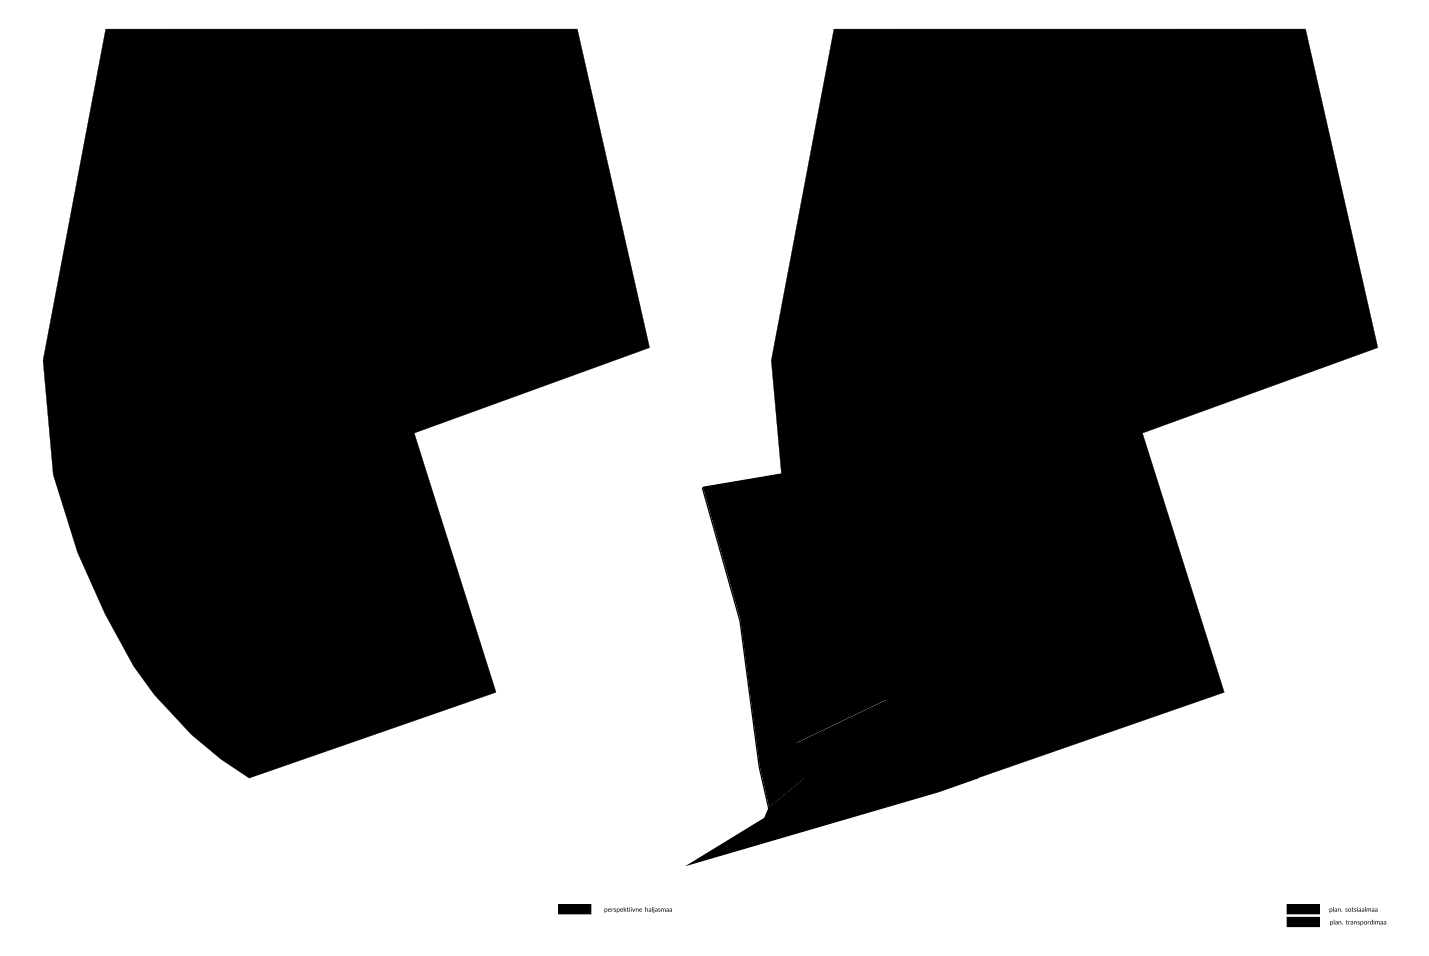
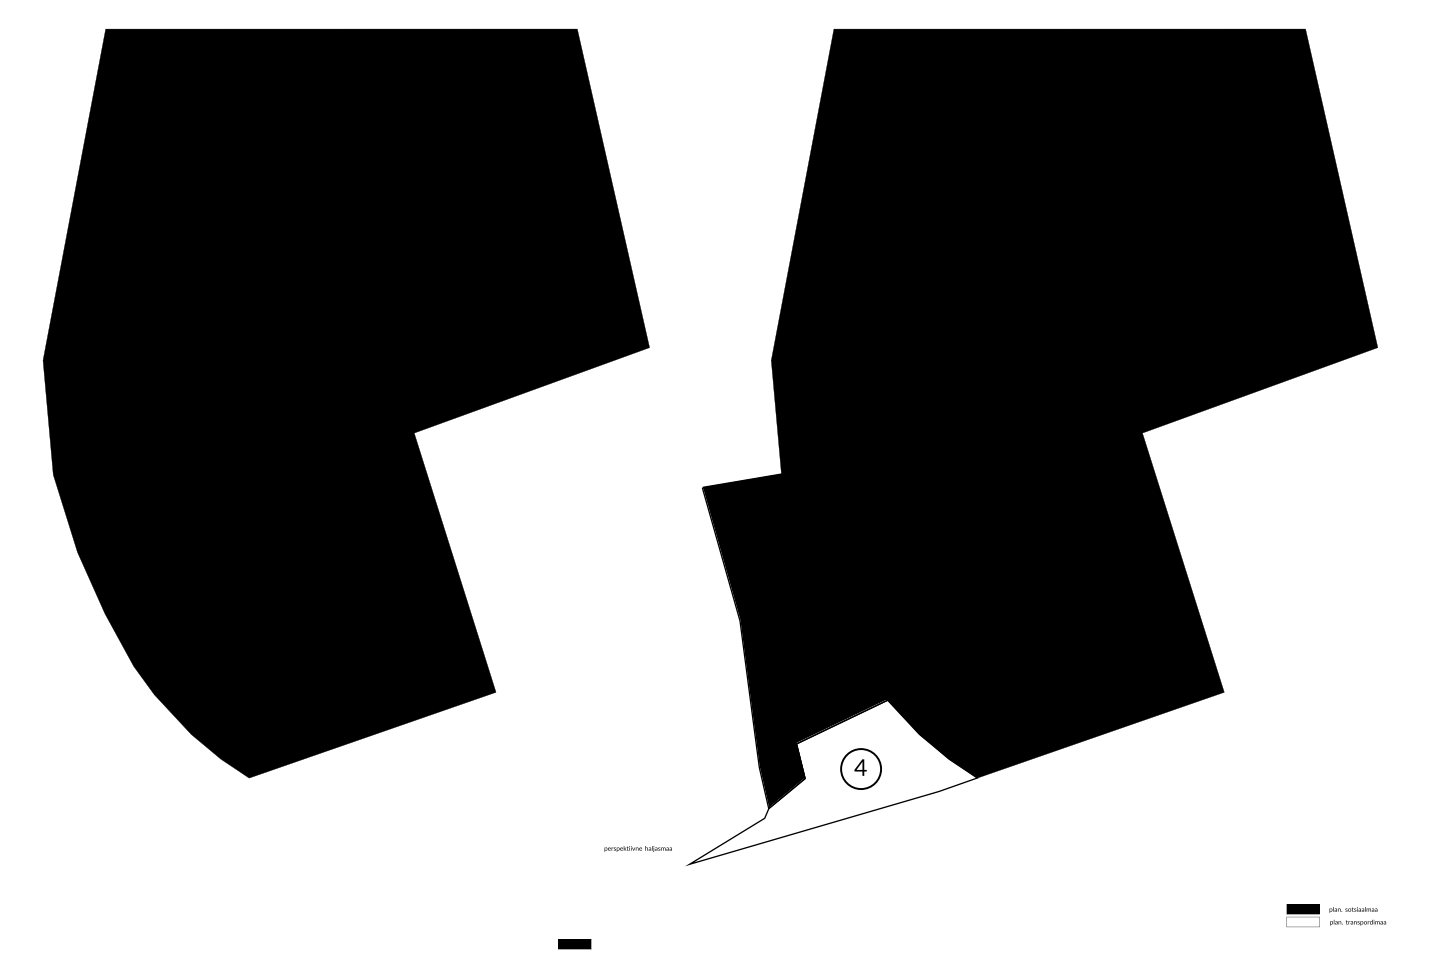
fill at (833, 782): present -> none
part at (574, 909) position: (574, 909) -> (574, 944)
text at (637, 909) position: (637, 909) -> (637, 848)
fill at (1302, 921): present -> none
